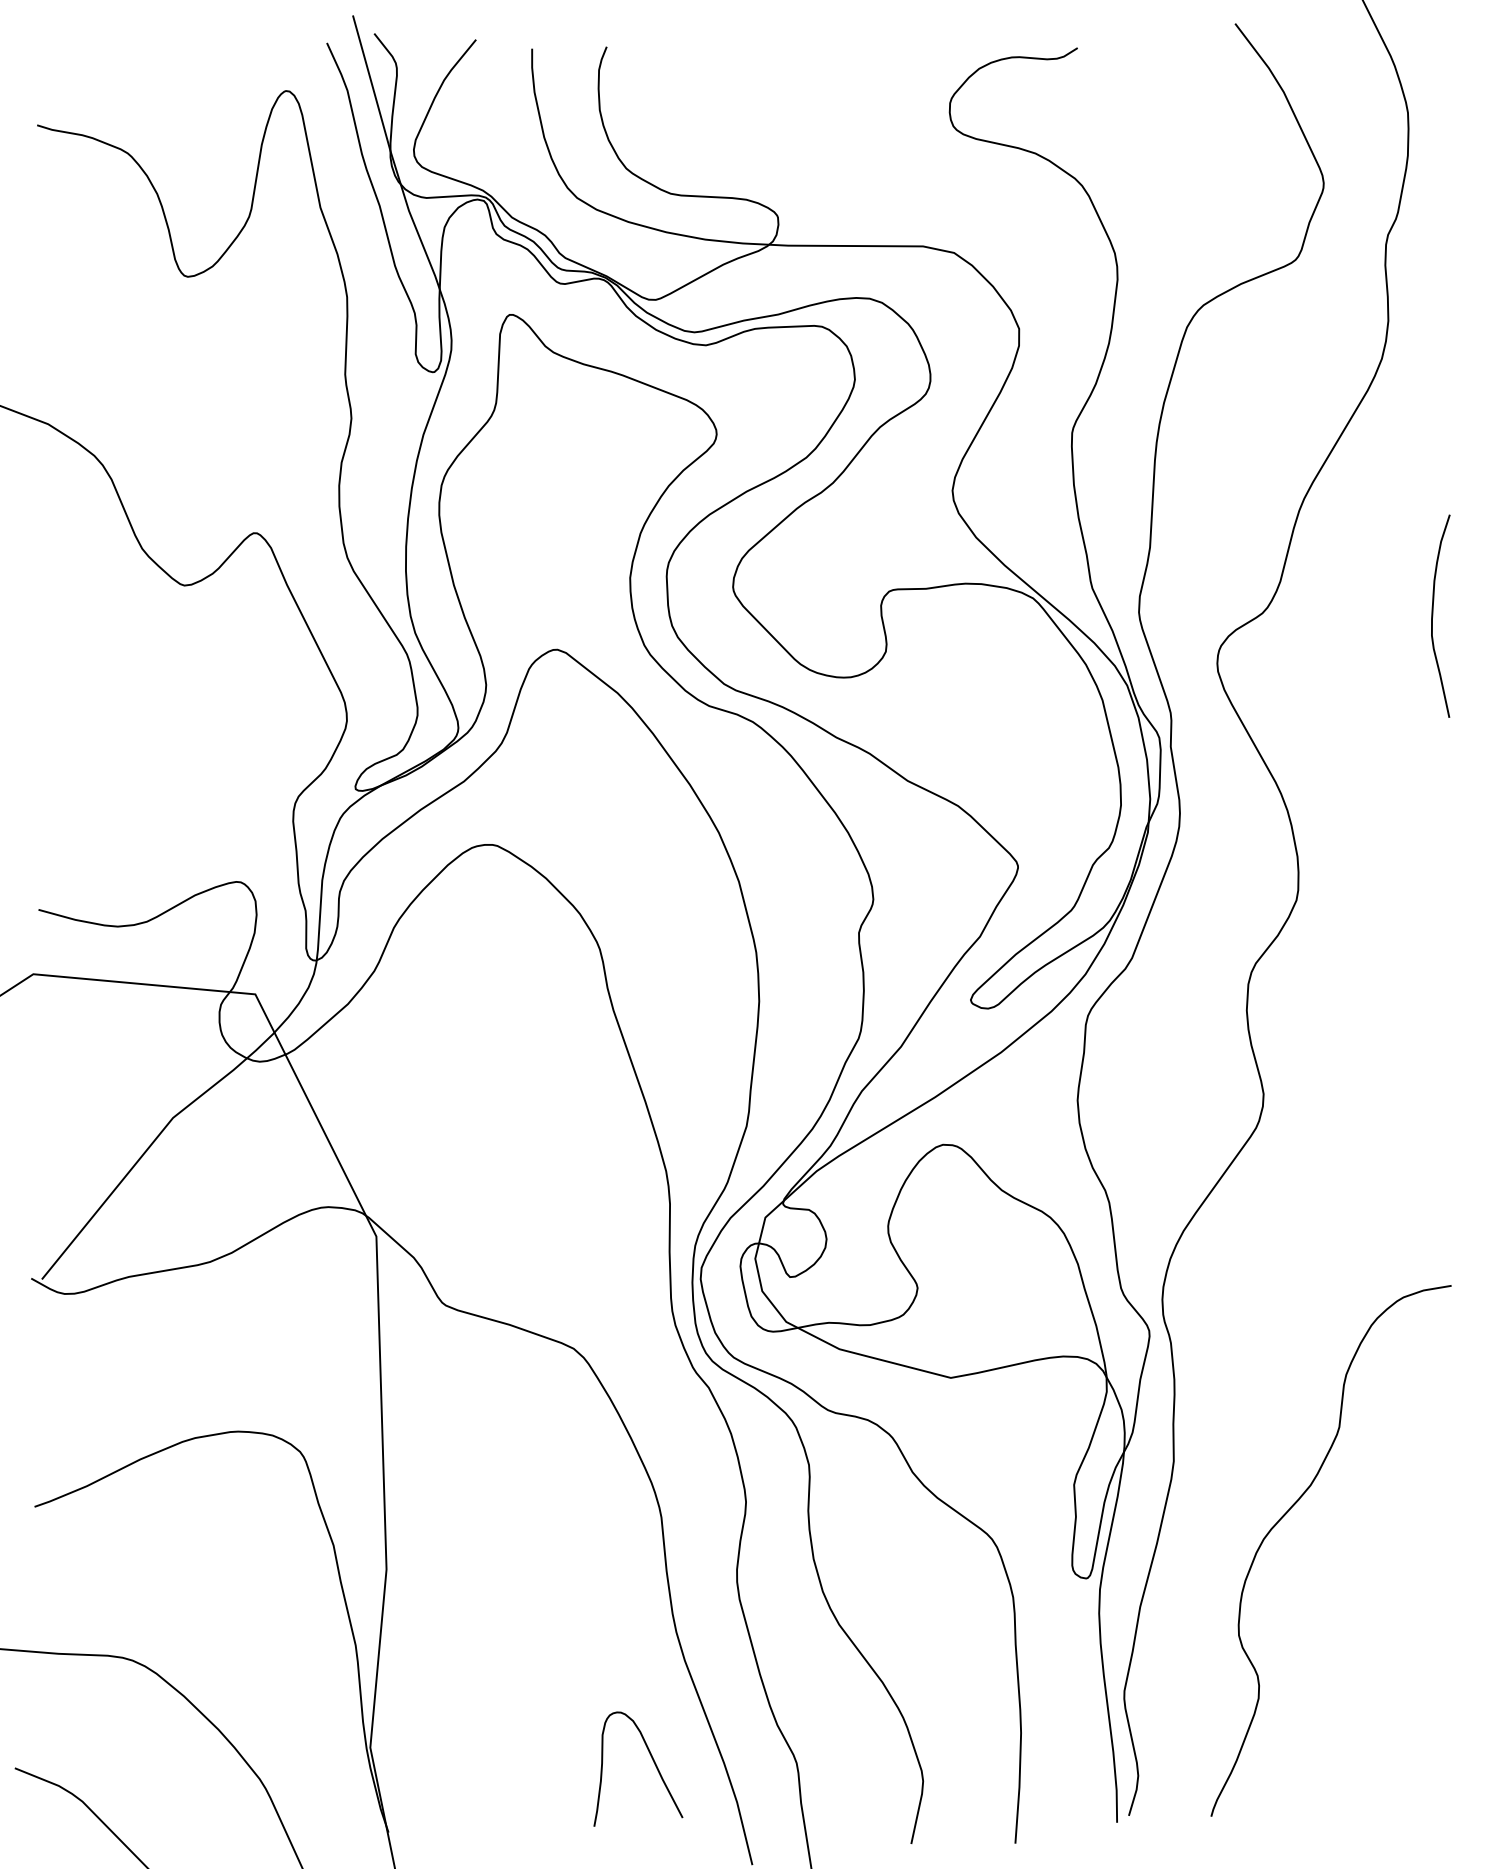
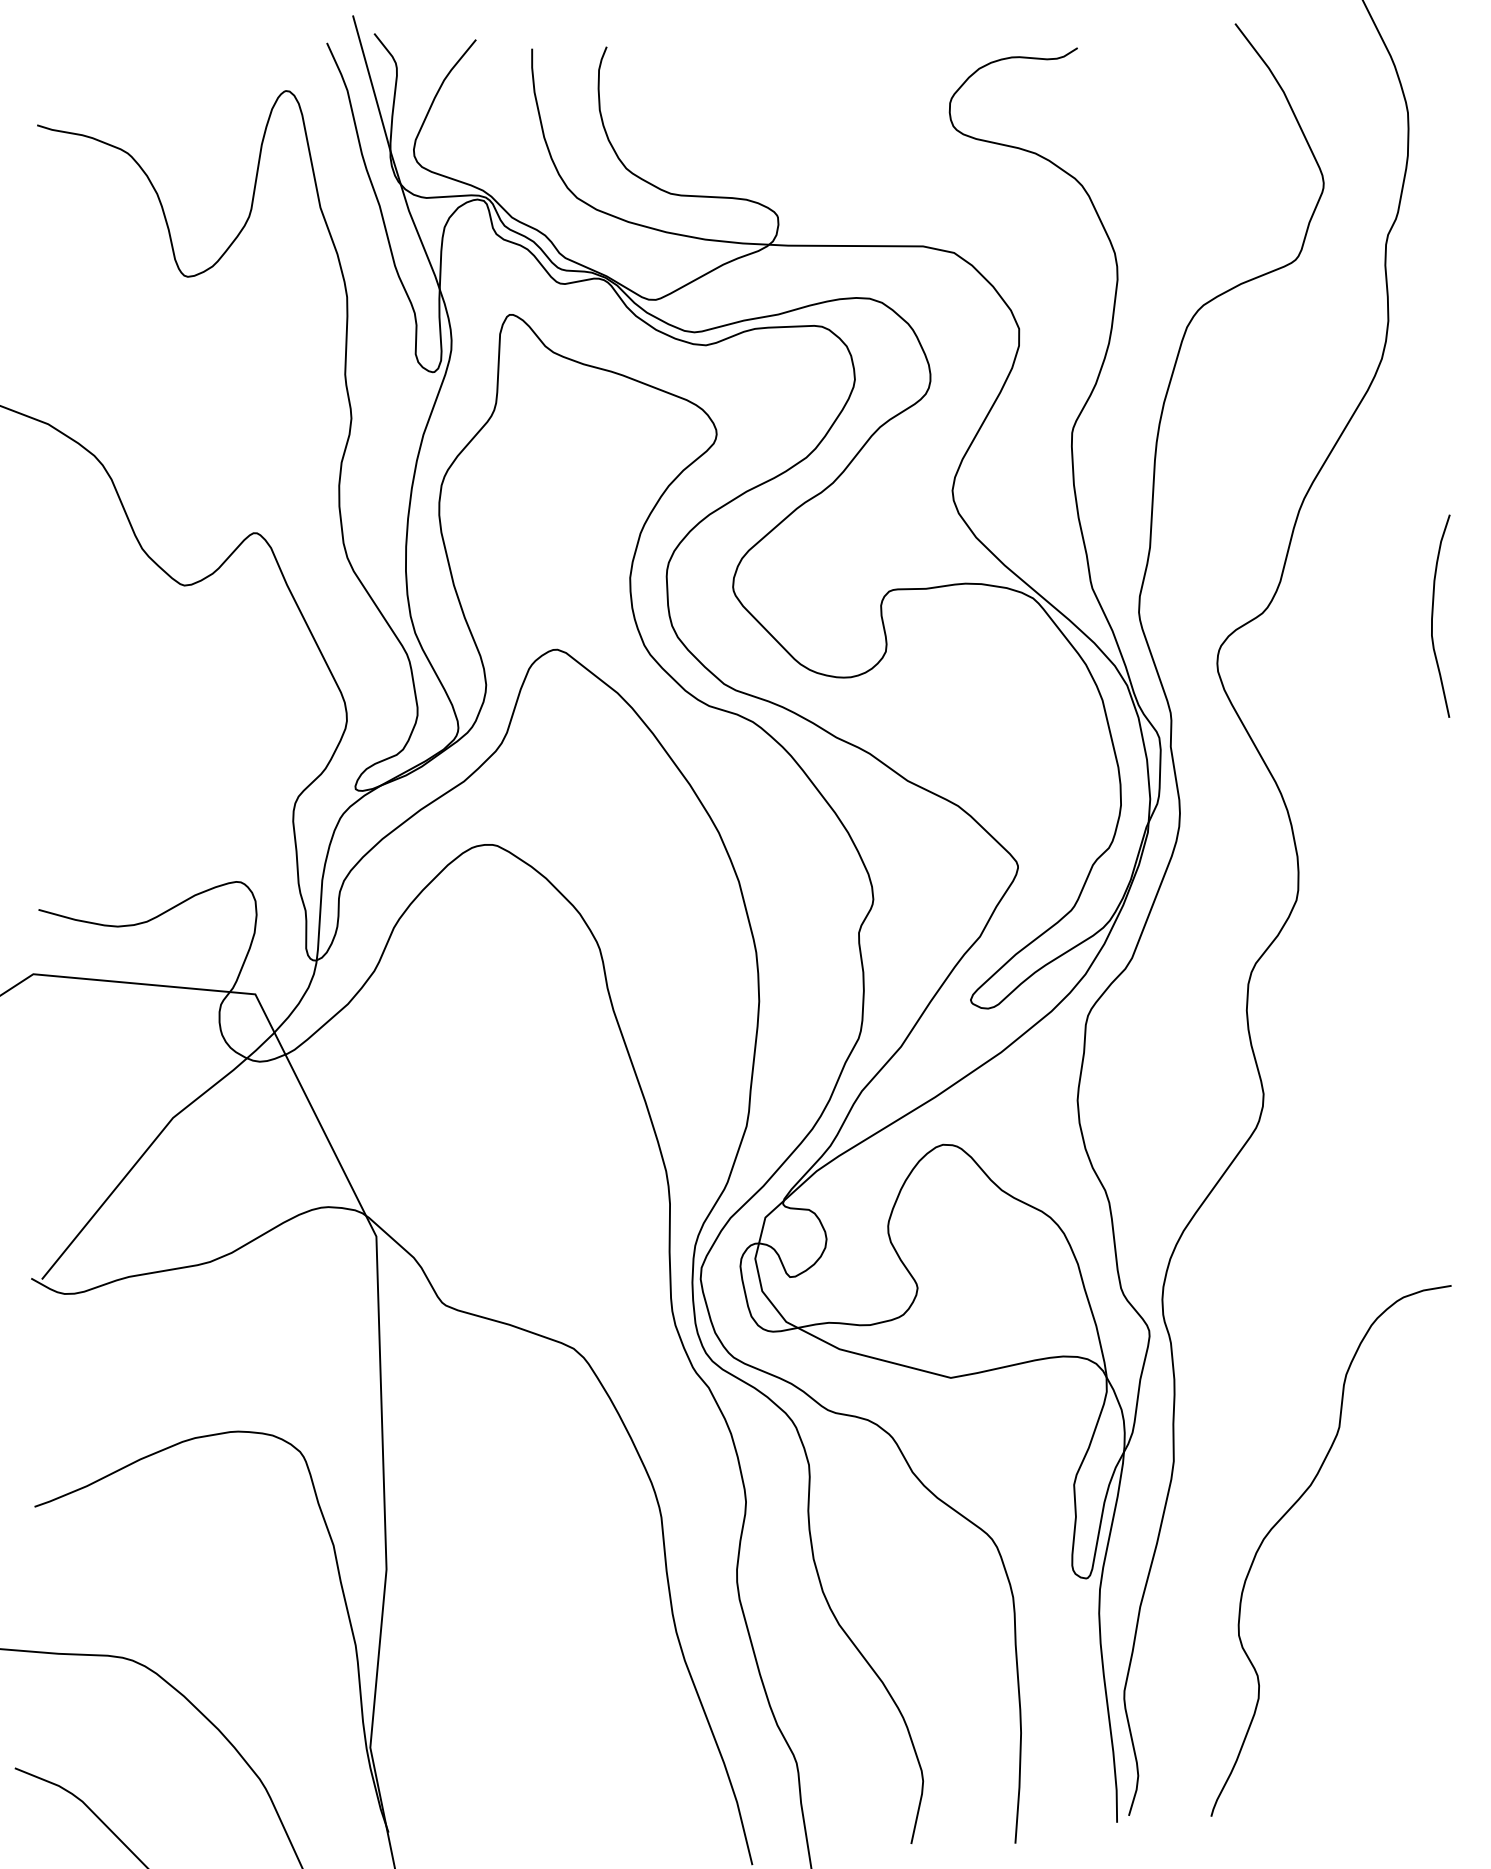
curve at (652, 1760): present -> none
